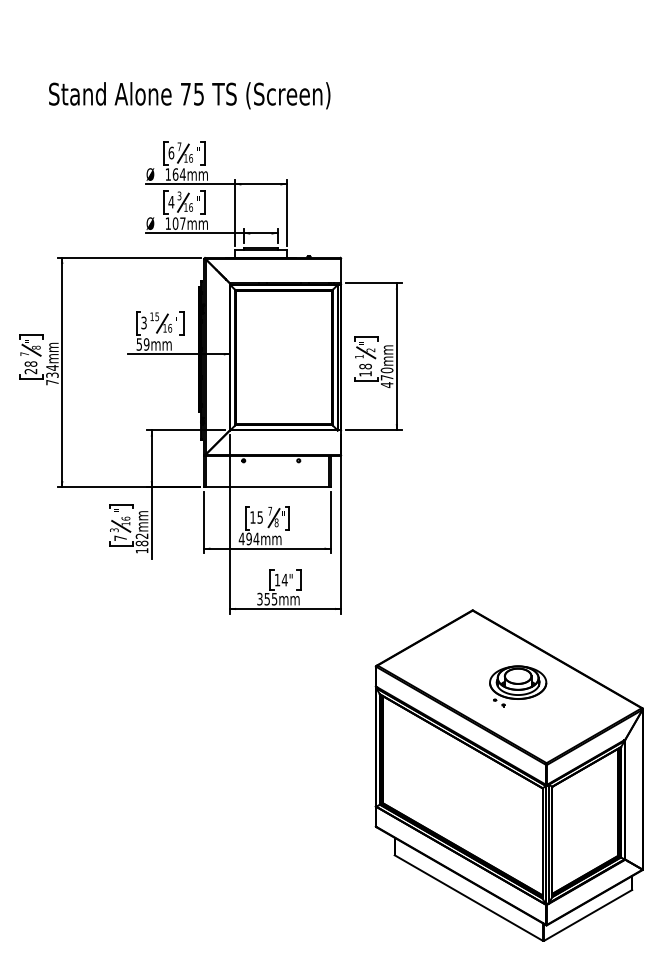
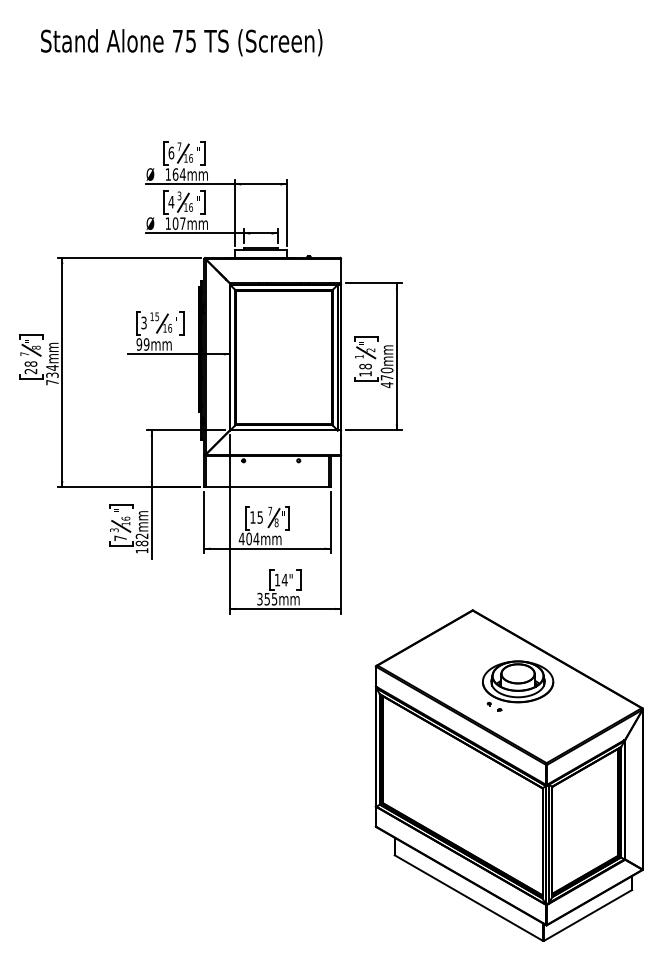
text at (189, 95) position: (189, 95) -> (181, 42)
text at (139, 344): 59mm -> 99mm
text at (248, 539): 494mm -> 404mm
part at (518, 686) size: 59x43 px -> 73x52 px
